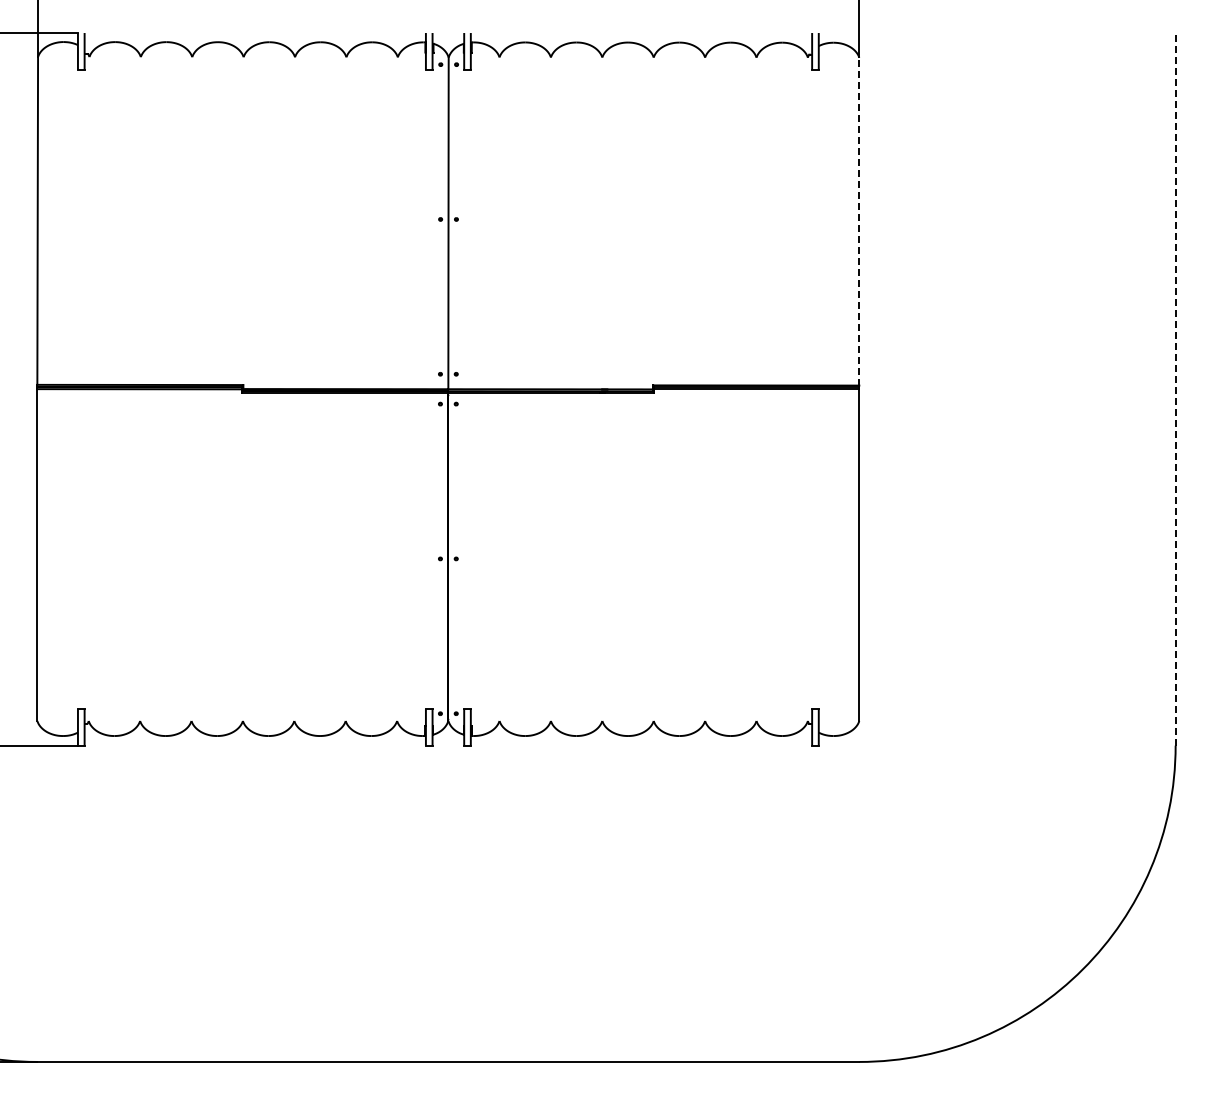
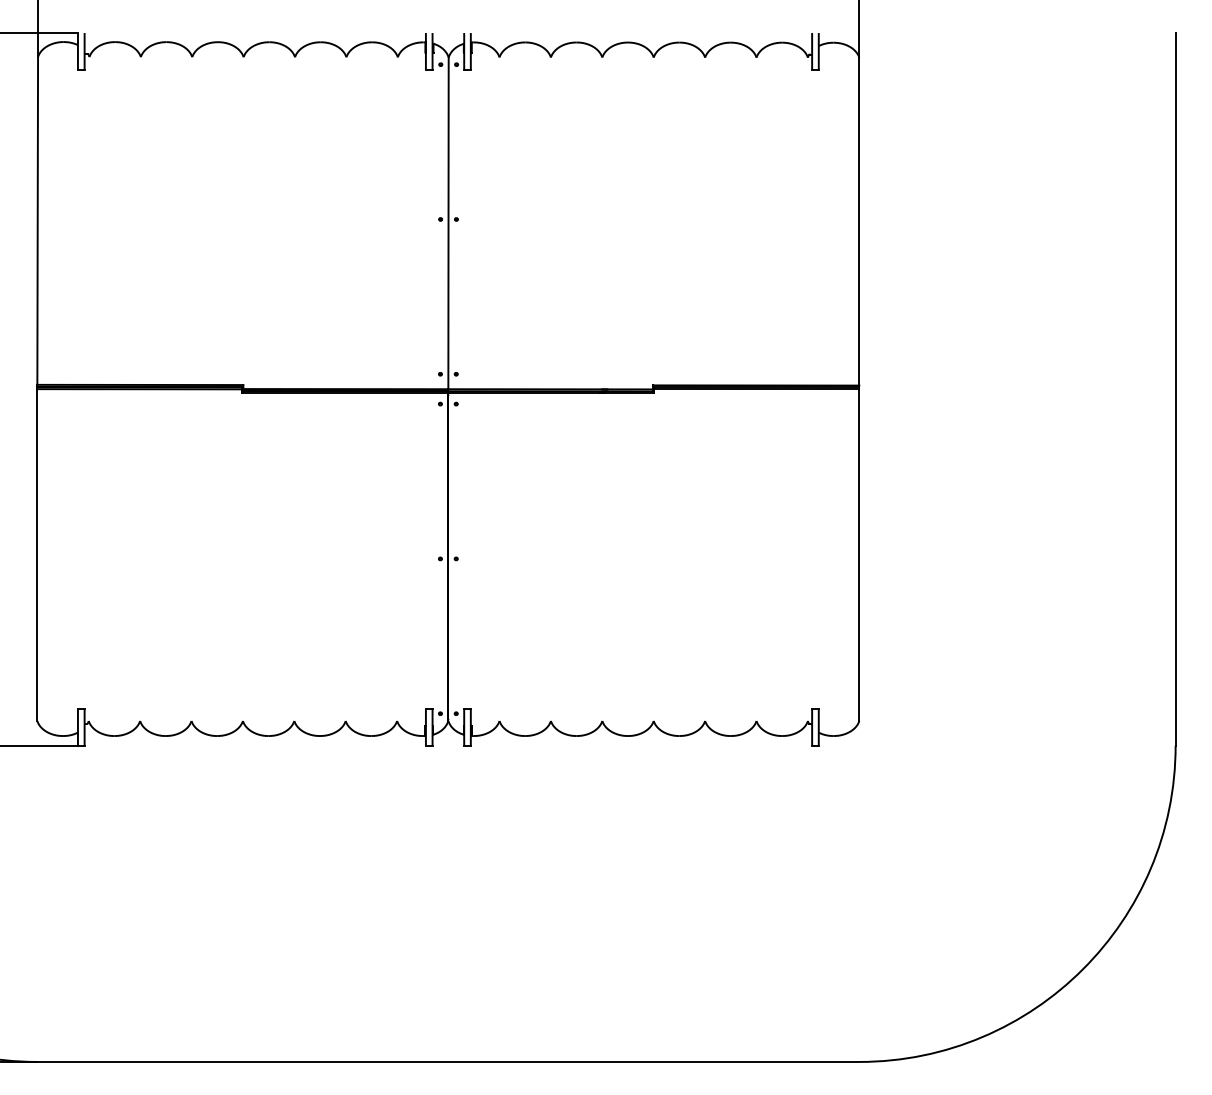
line at (859, 221): dashed -> solid
line at (1175, 388): dashed -> solid
